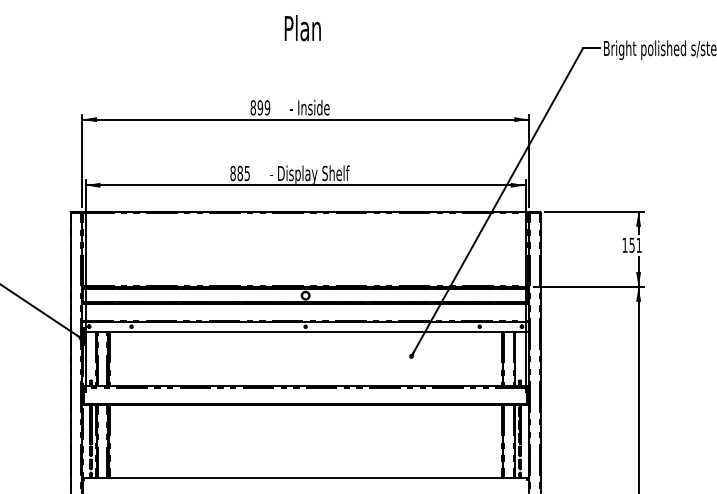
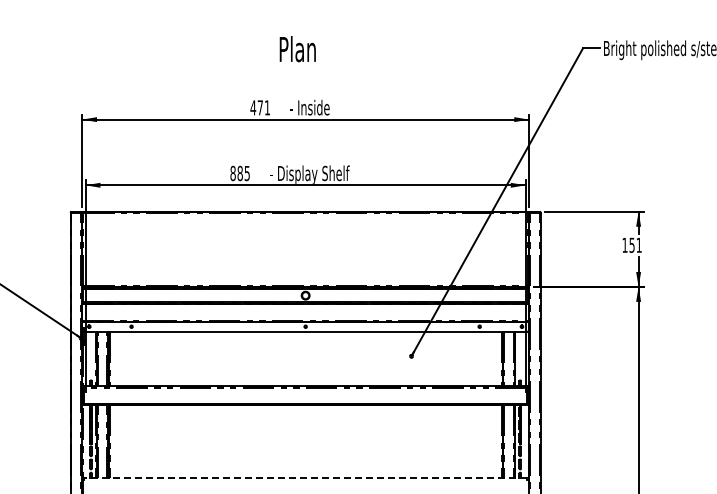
text at (302, 28) position: (302, 28) -> (297, 49)
text at (260, 107): 899 -> 471
line at (305, 478): solid -> dashed
